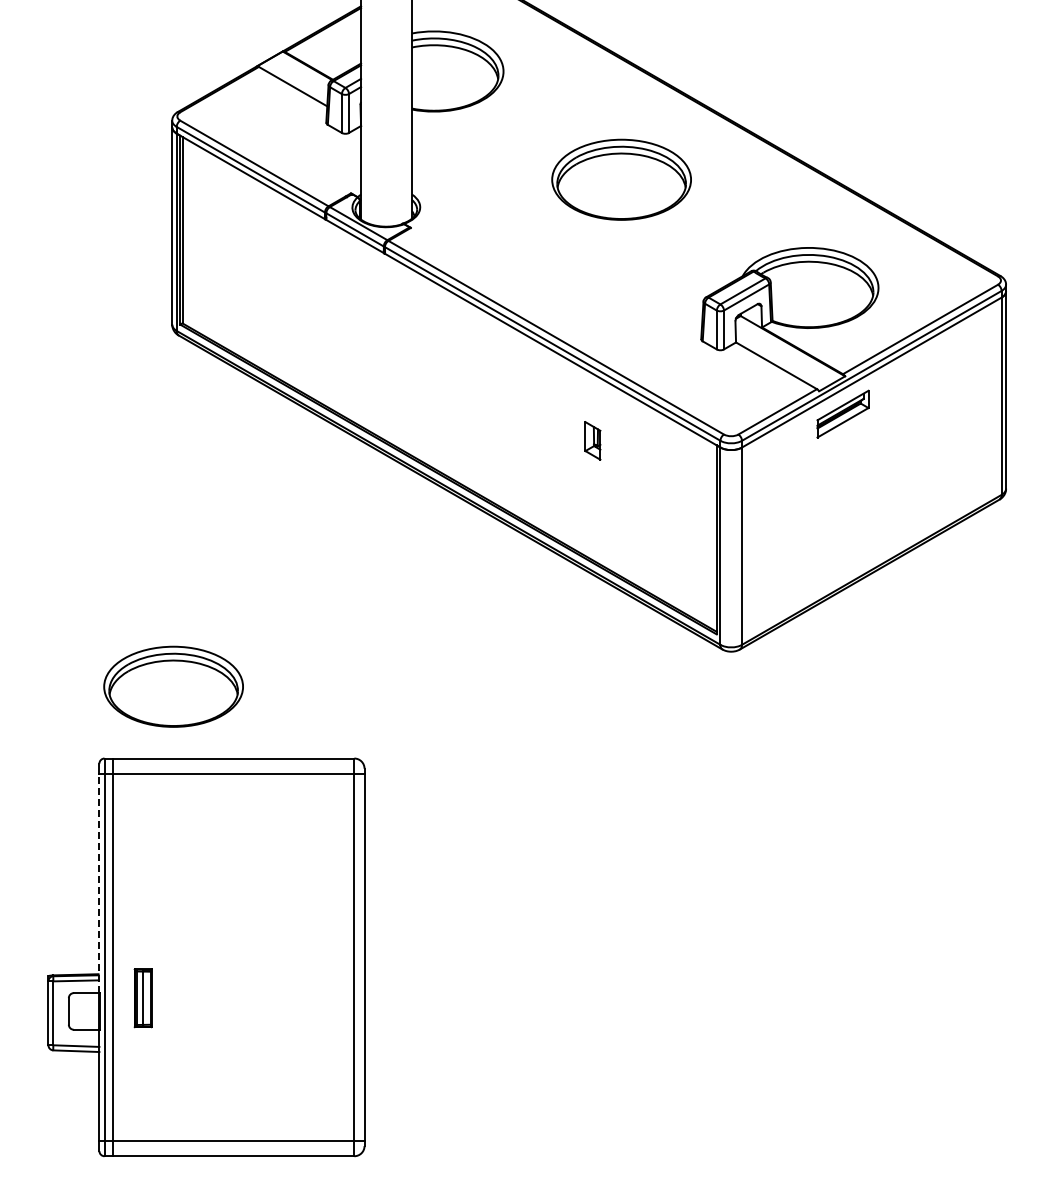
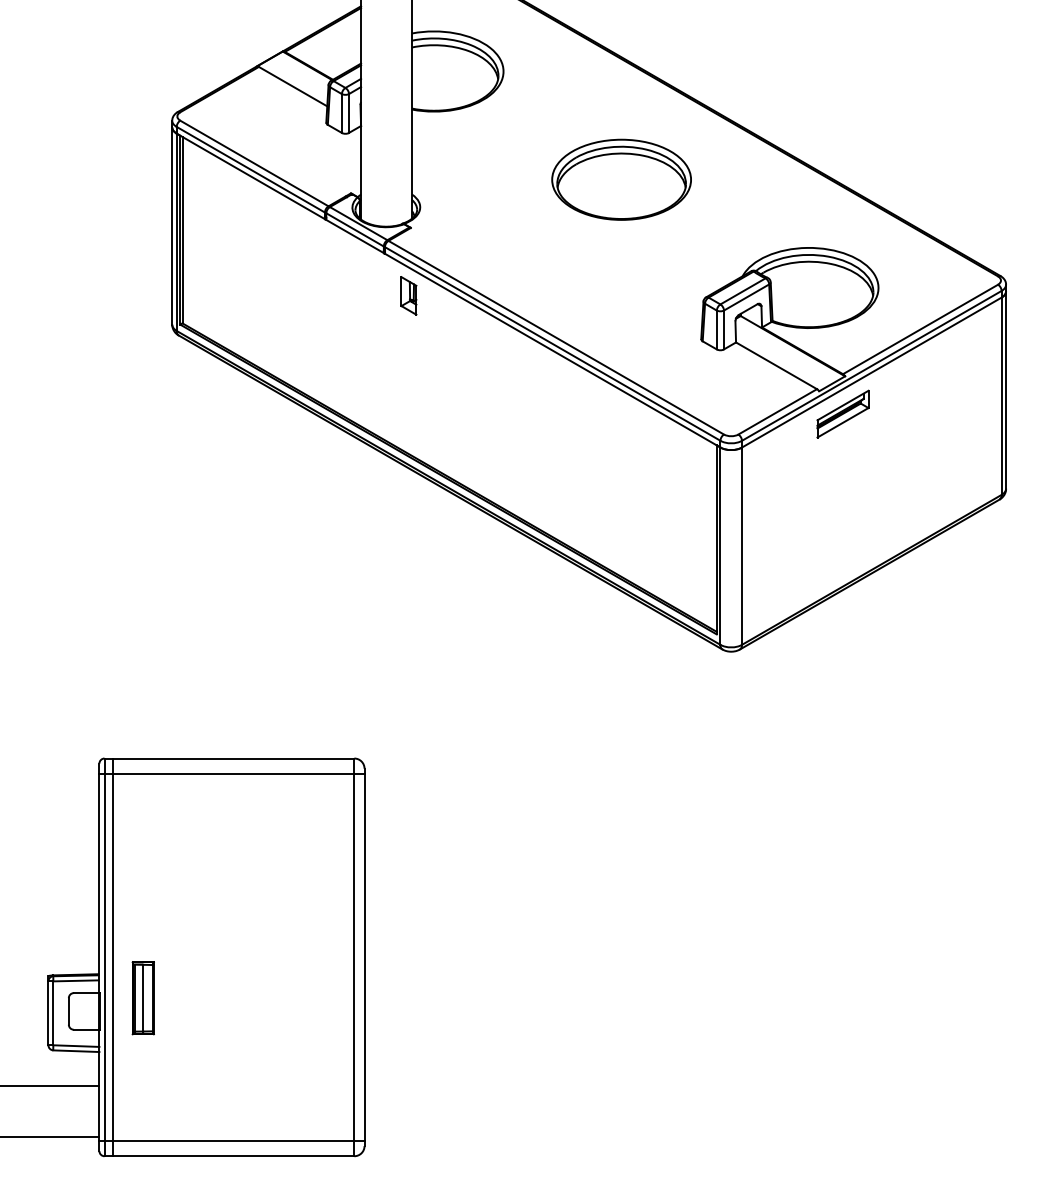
part at (592, 440) position: (592, 440) -> (408, 295)
part at (173, 686): present -> none
line at (99, 883): dashed -> solid
part at (142, 998) size: 20x61 px -> 24x75 px
line at (50, 1086): none -> present
line at (50, 1137): none -> present
